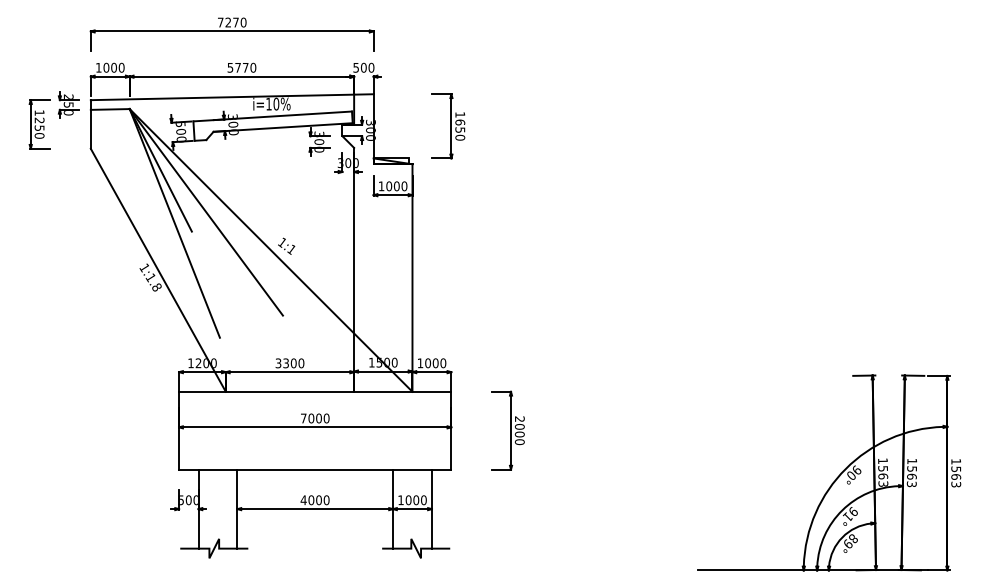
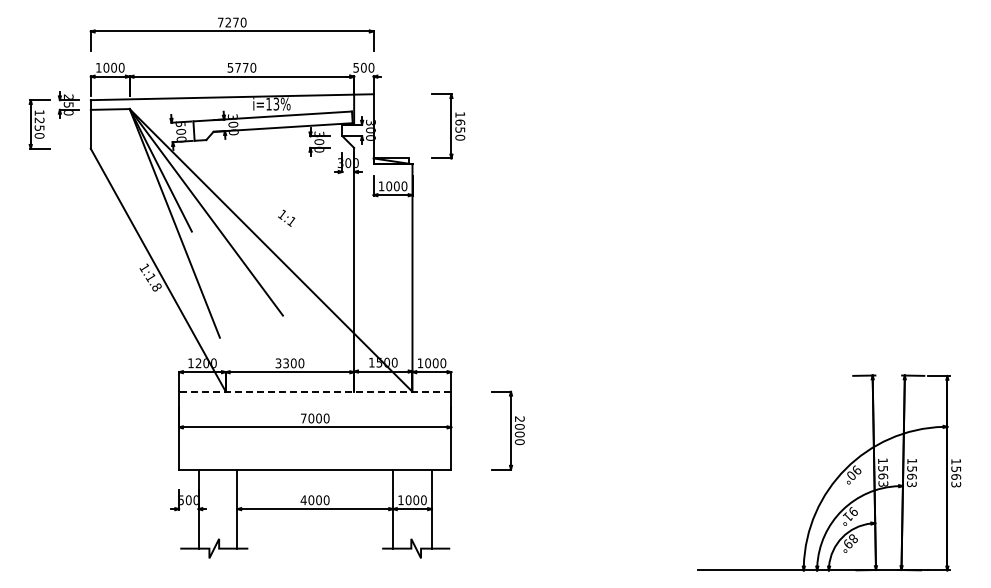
text at (276, 103): i=10% -> i=13%
text at (286, 245) position: (286, 245) -> (286, 217)
line at (314, 391): solid -> dashed
